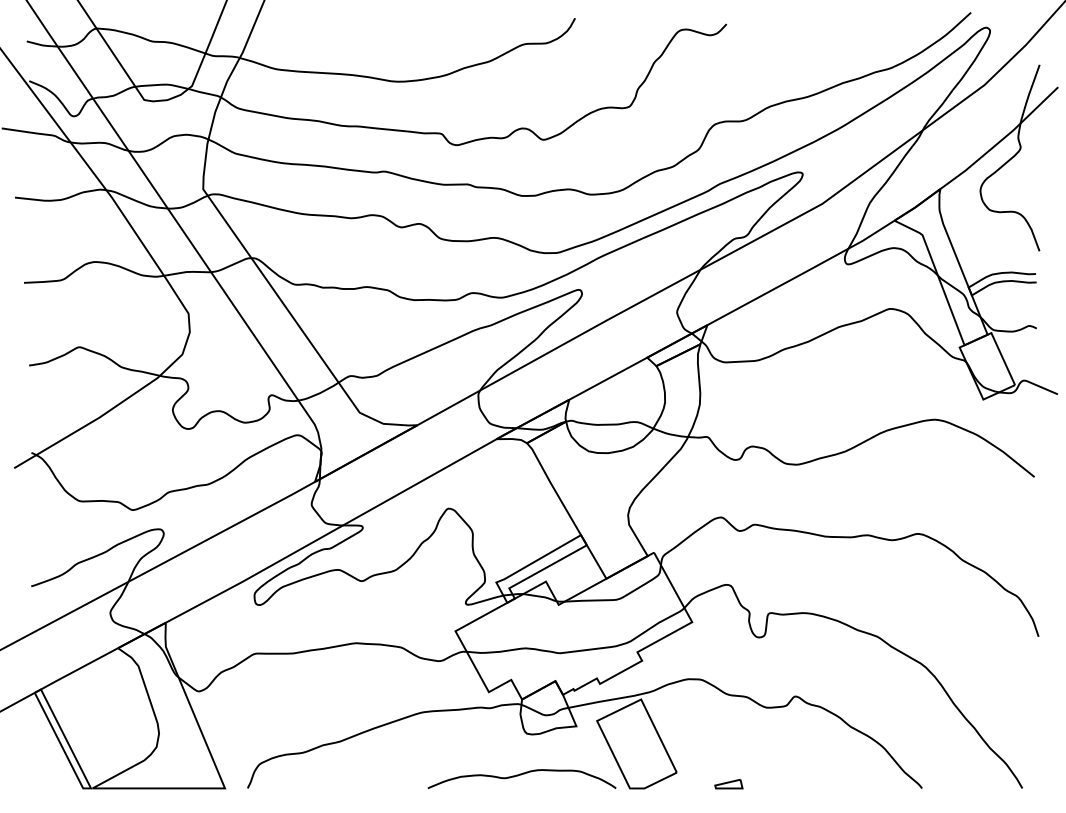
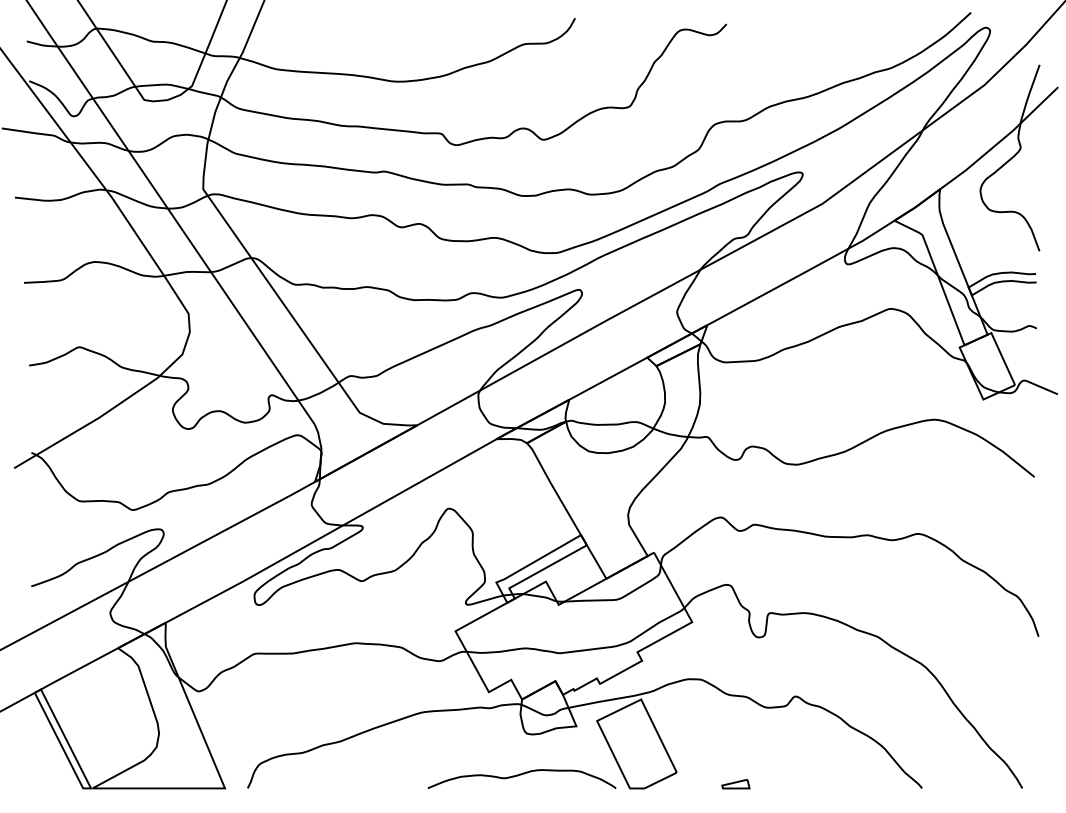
part at (728, 784) position: (728, 784) -> (735, 784)
